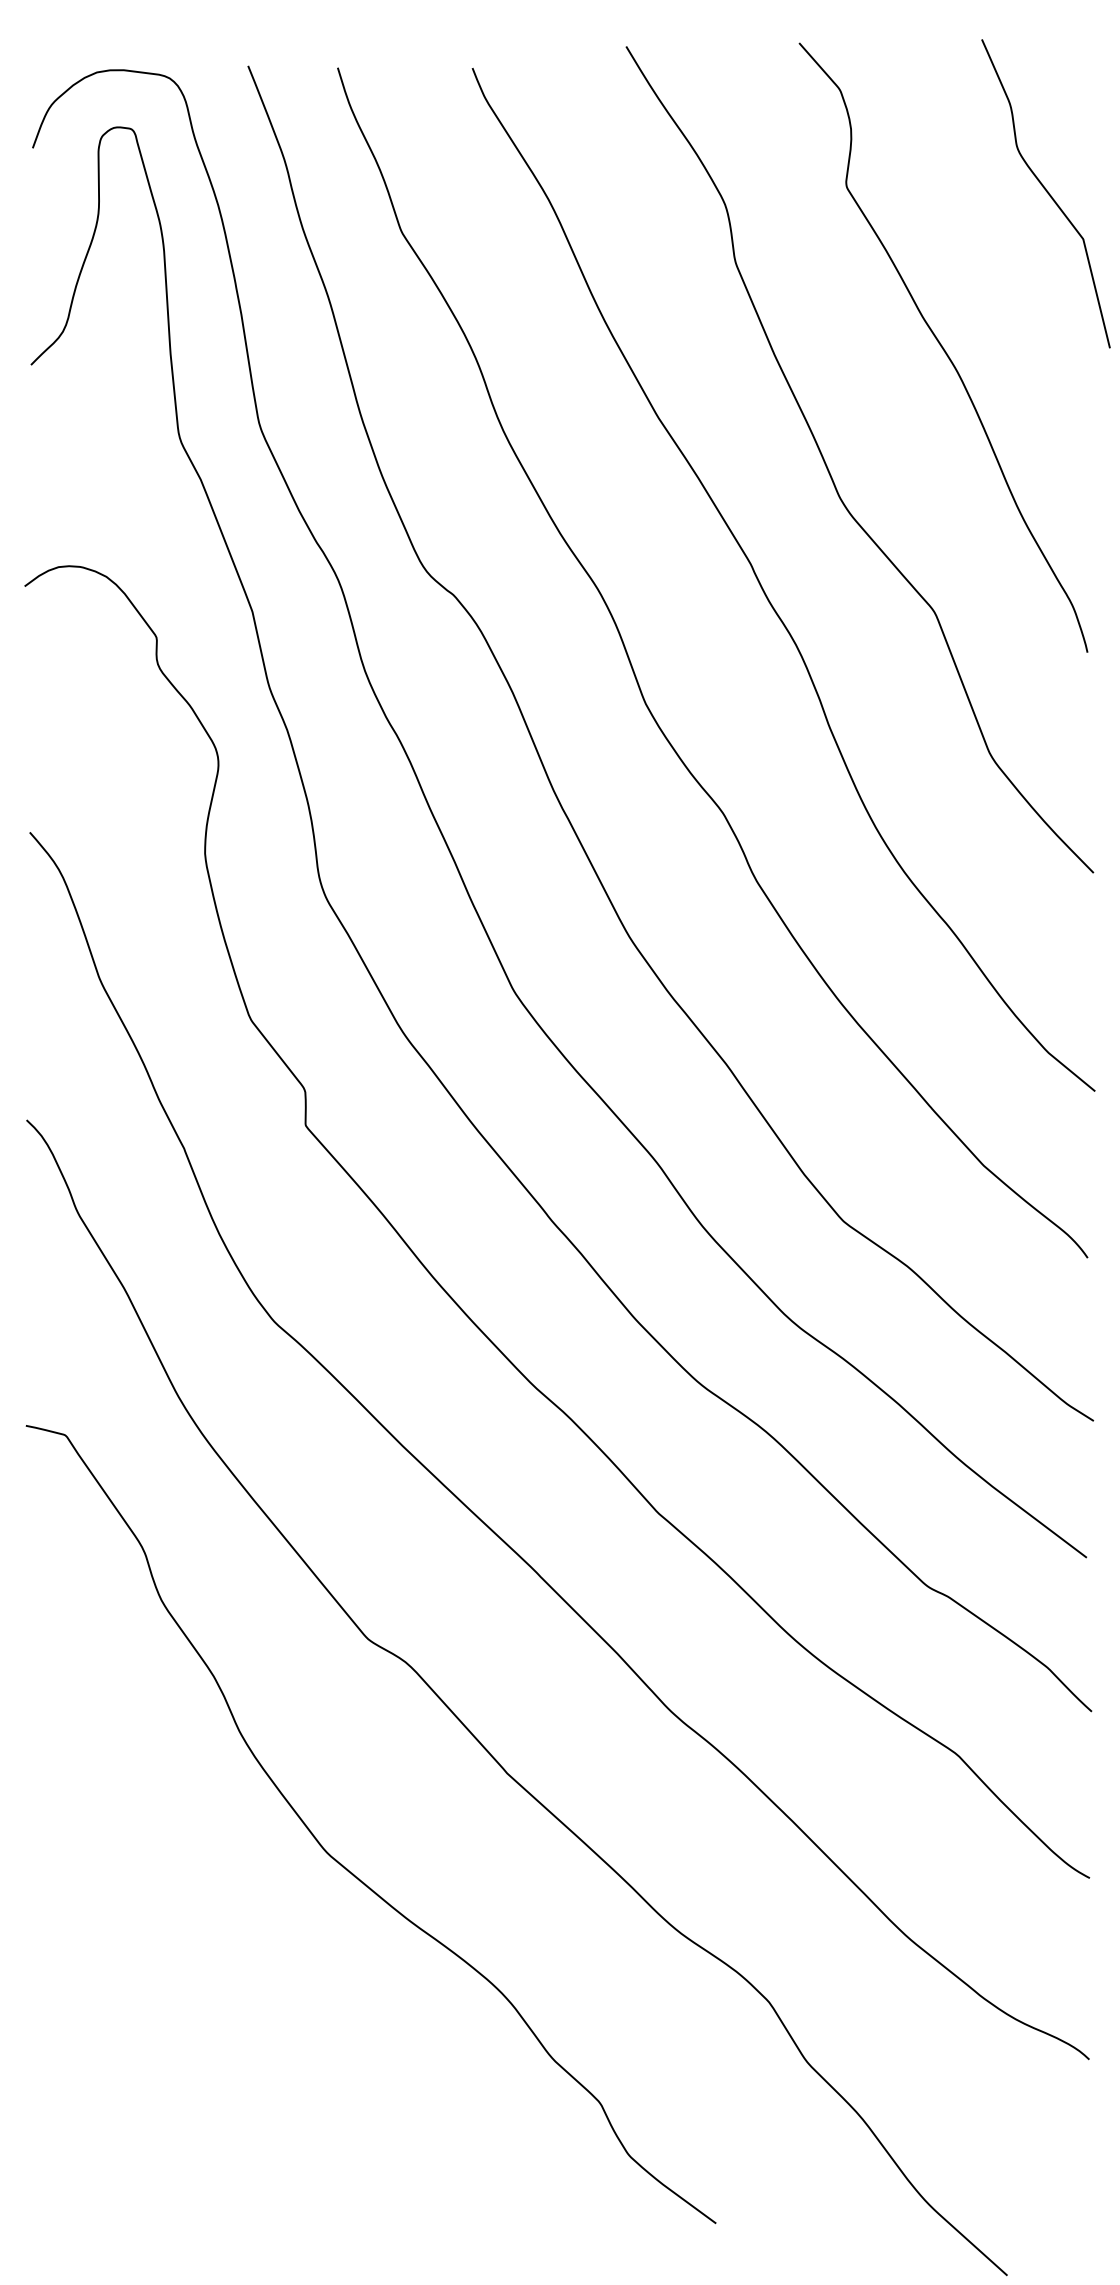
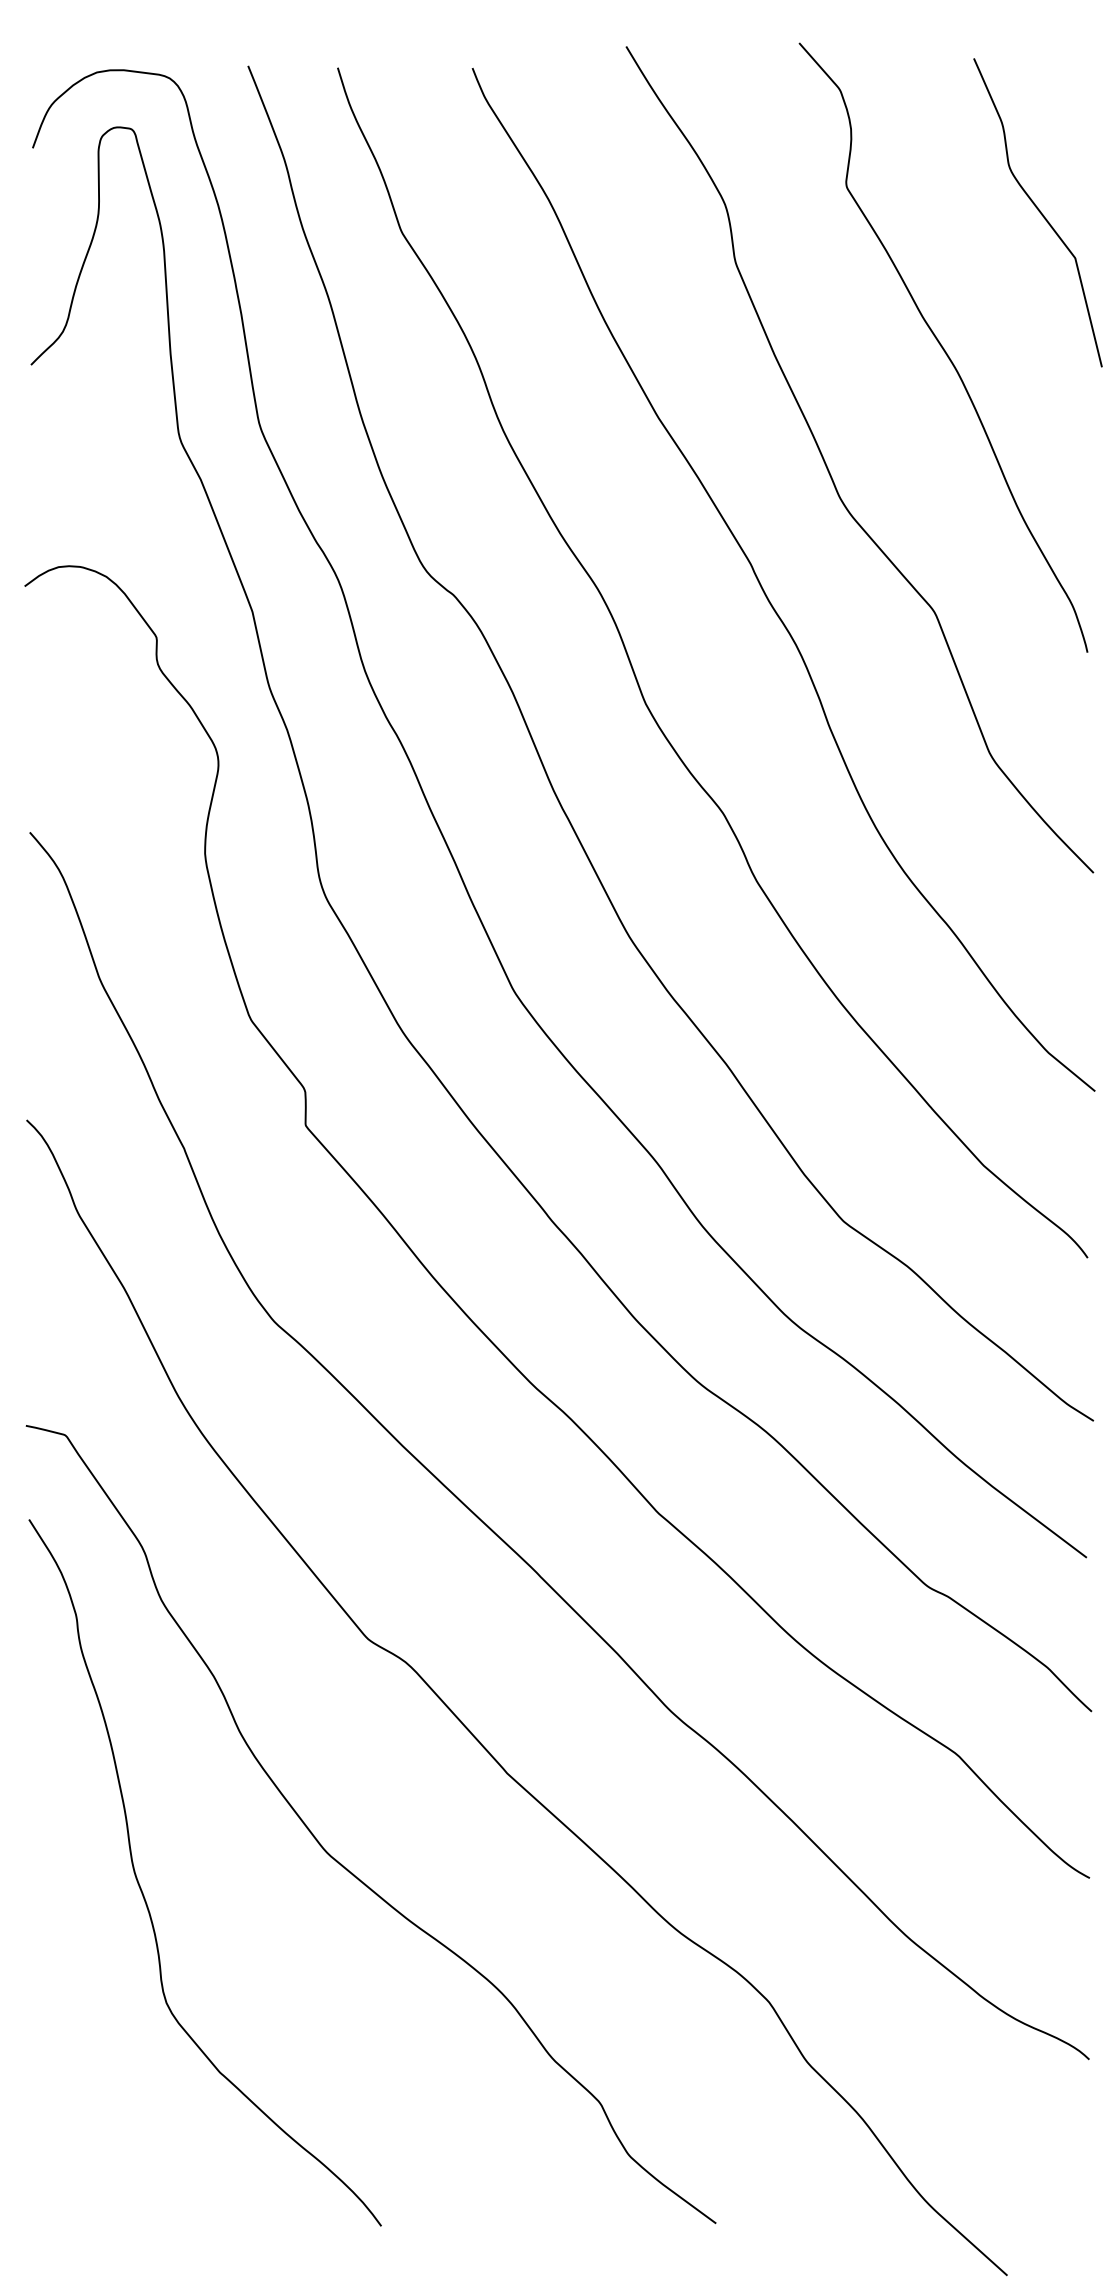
curve at (1046, 192) position: (1046, 192) -> (1038, 211)
curve at (143, 1892): none -> present
